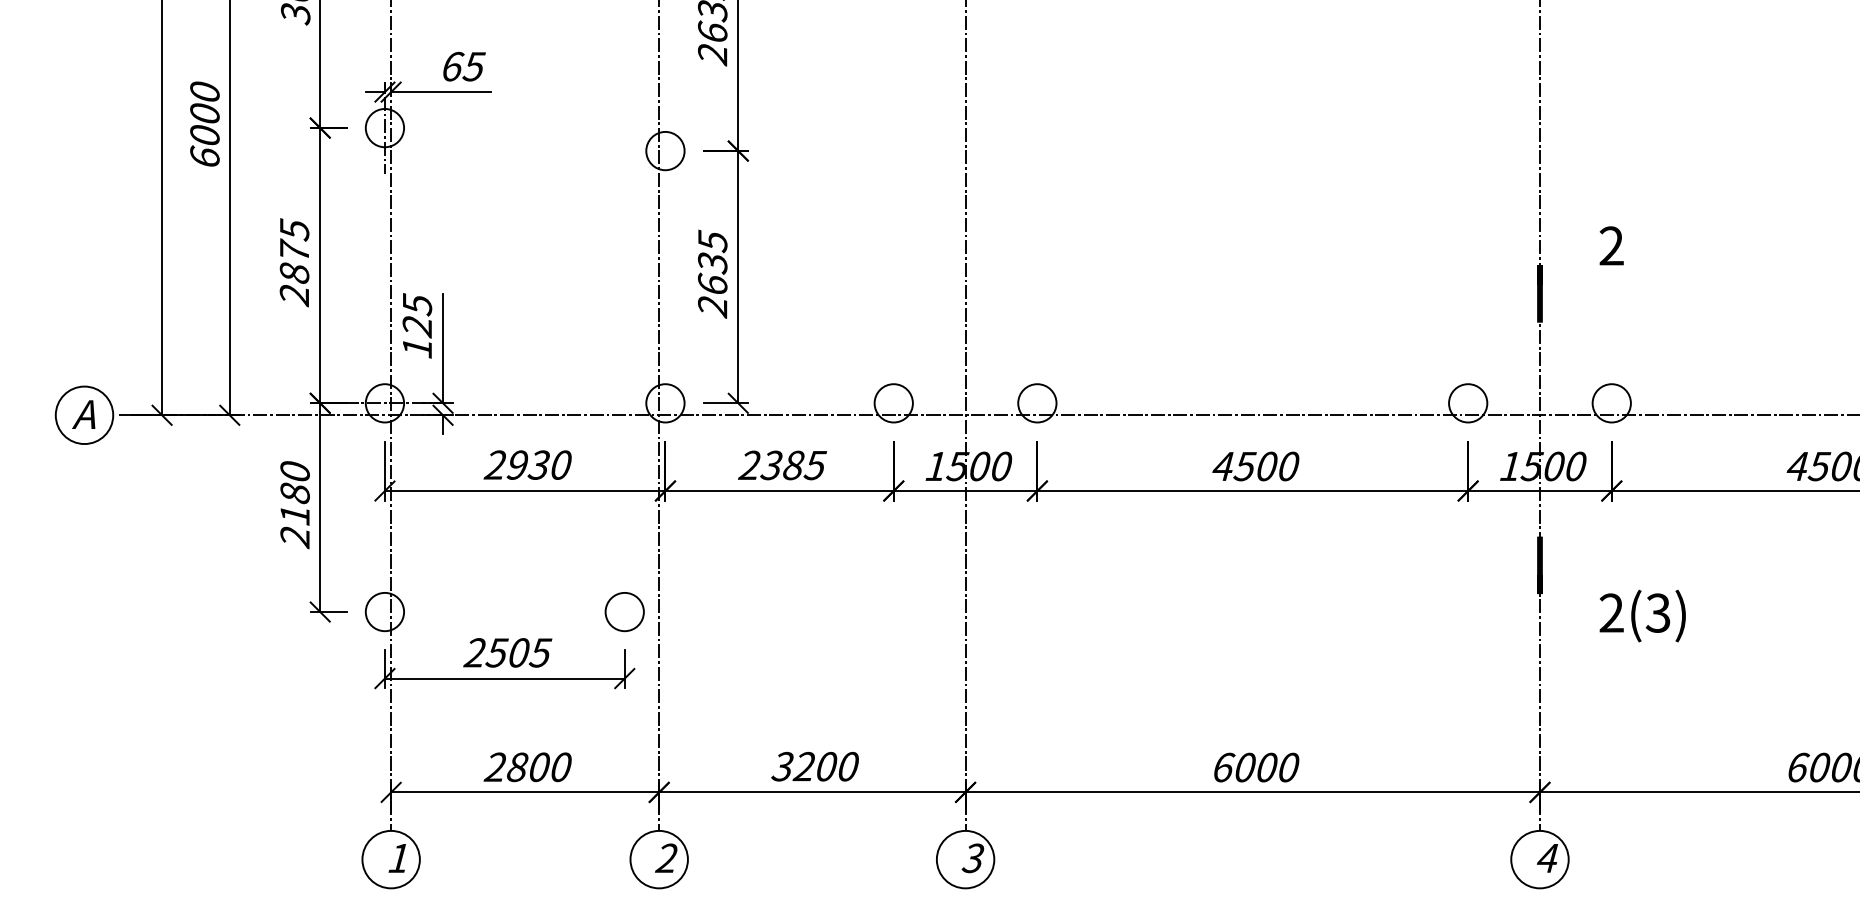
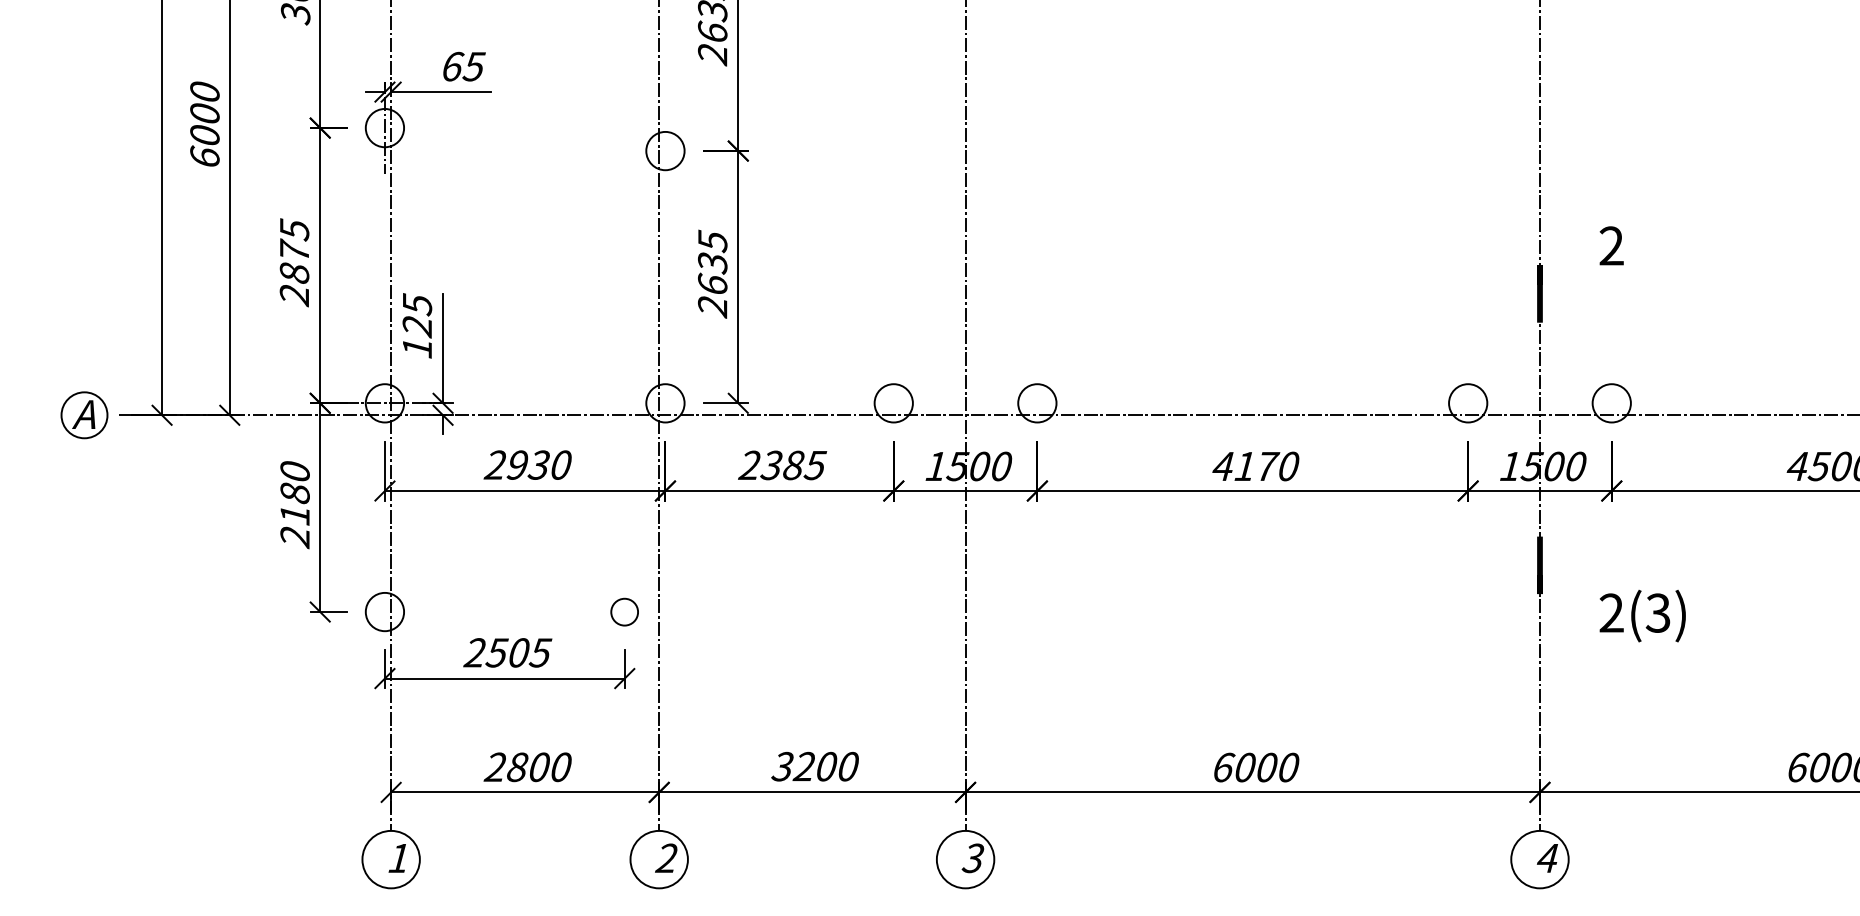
circle at (84, 415) diameter: 57 px -> 46 px
text at (1256, 466): 4500 -> 4170
circle at (624, 612) size: 41x41 px -> 29x30 px
